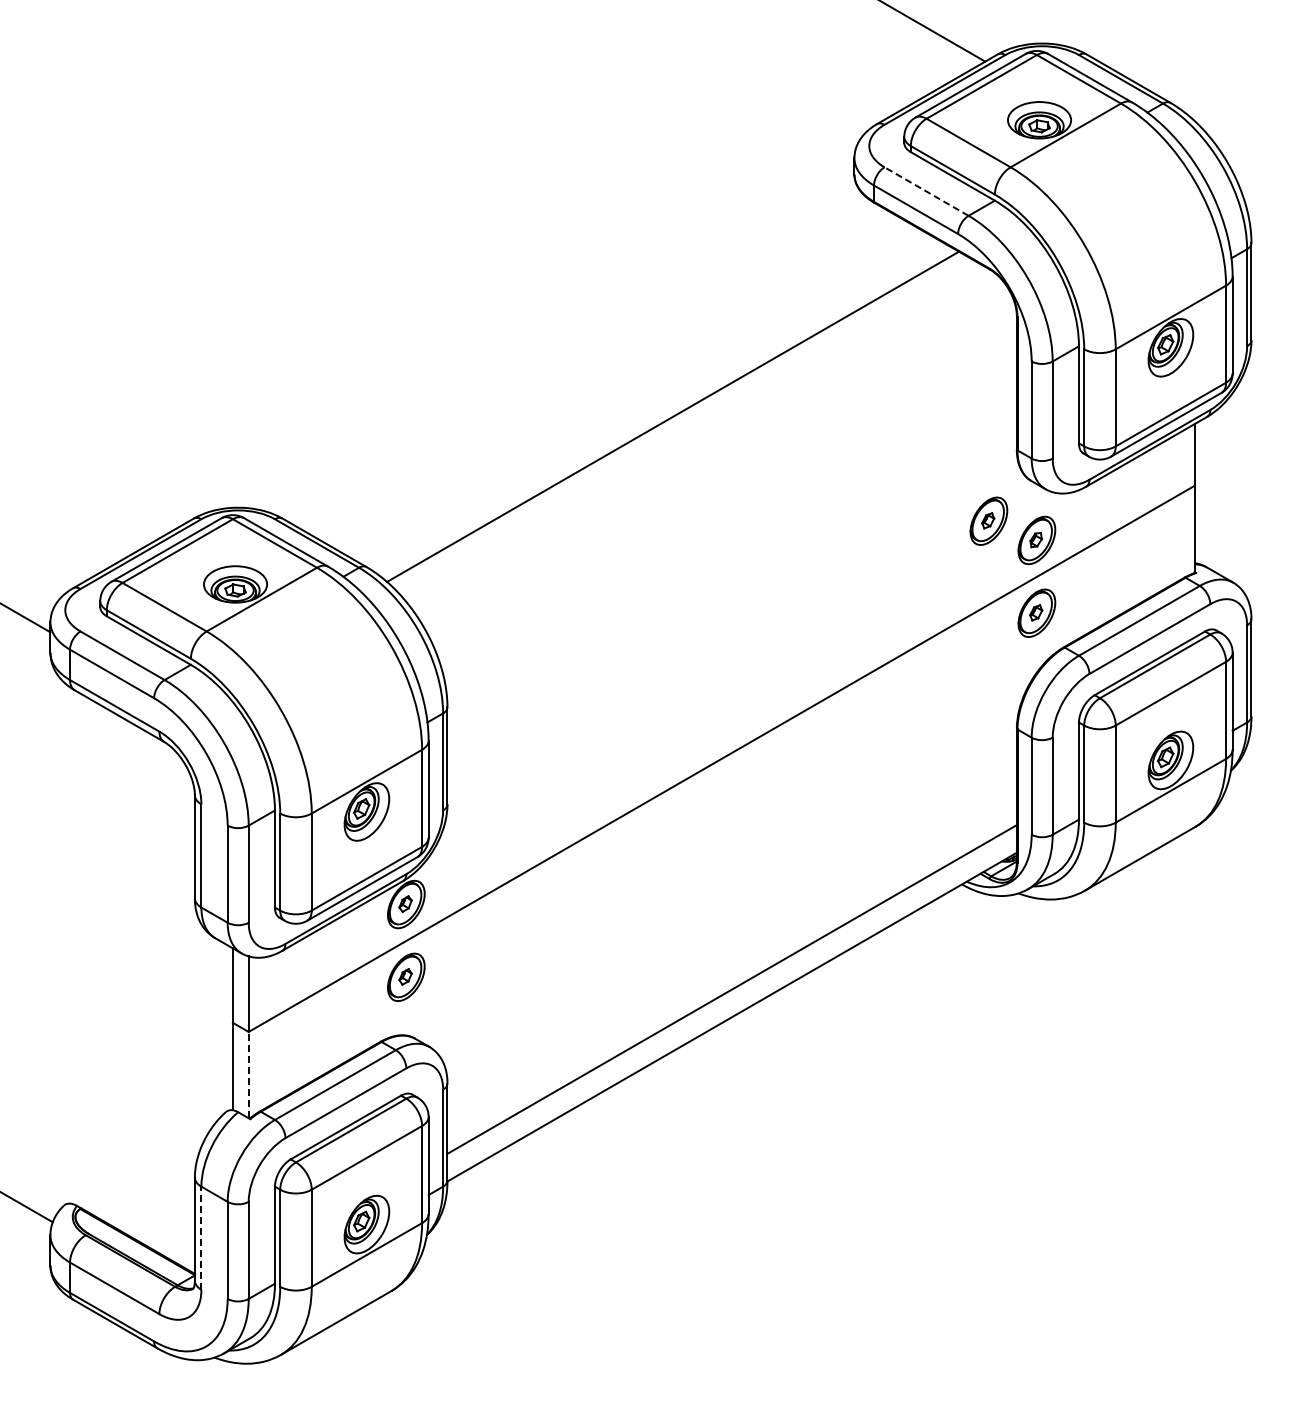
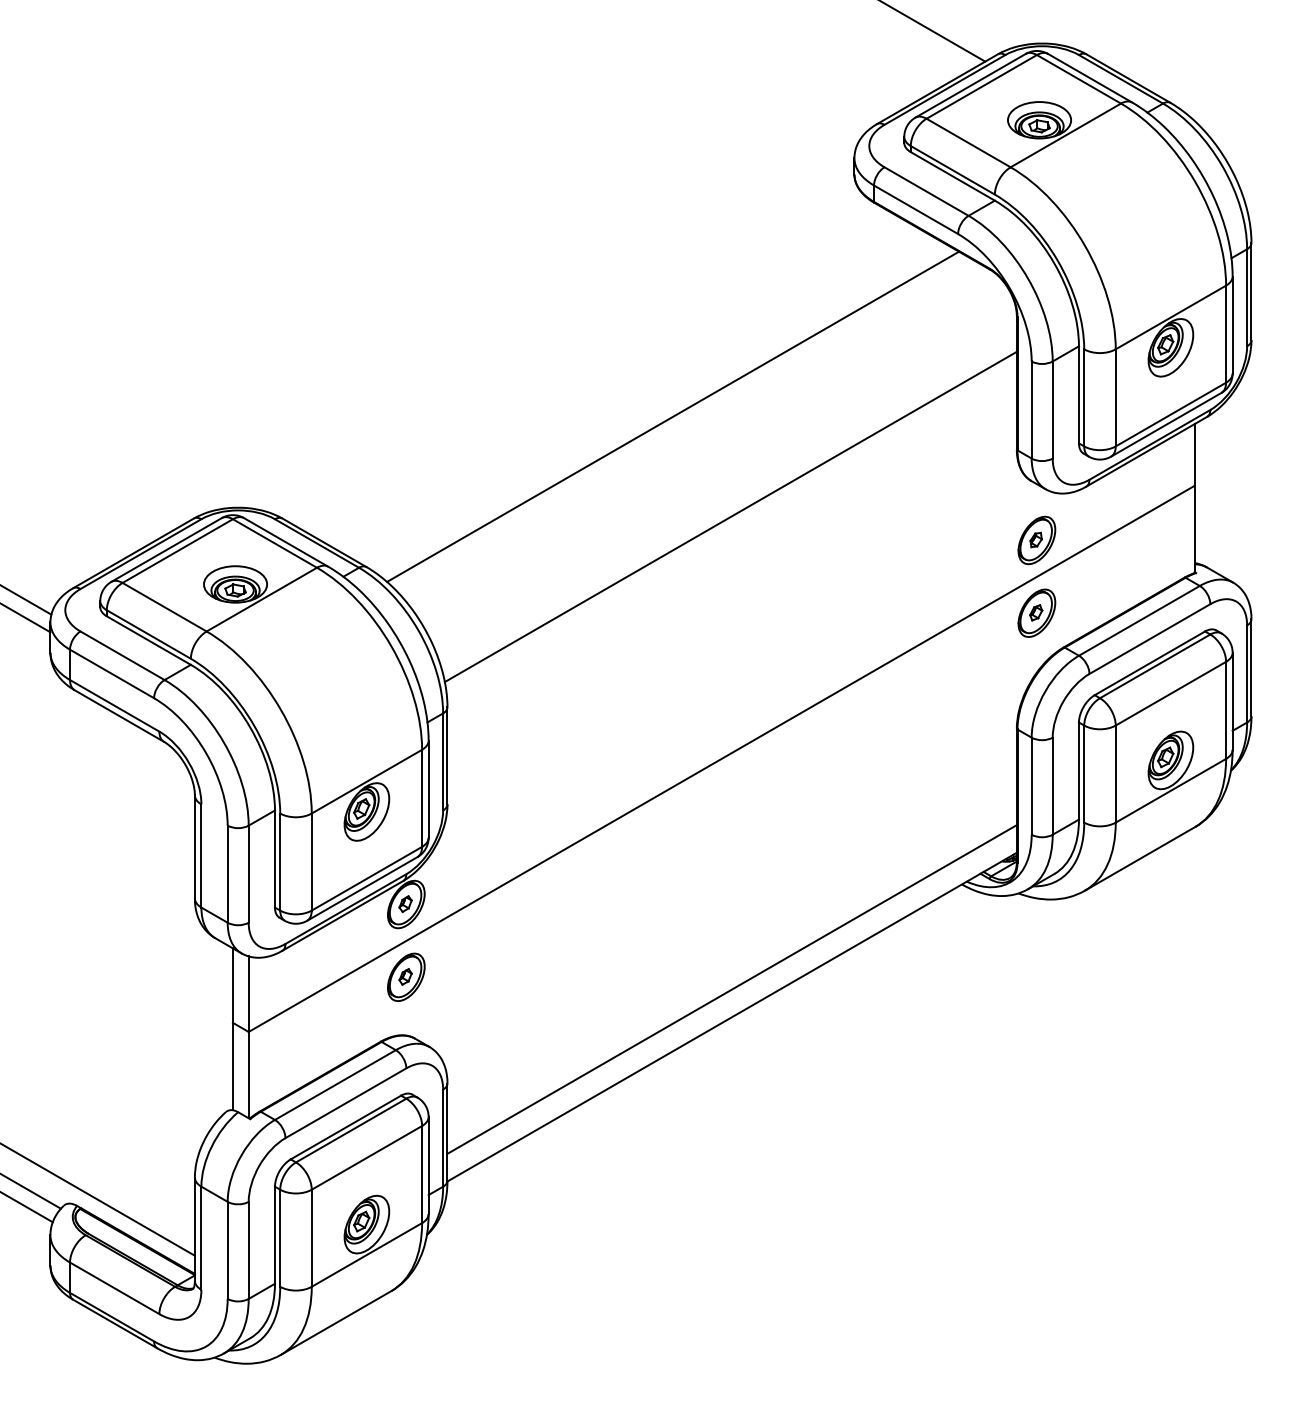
line at (926, 191): dashed -> solid
line at (730, 516): none -> present
part at (988, 520): present -> none
line at (26, 600): none -> present
line at (248, 1074): dashed -> solid
line at (31, 1191): none -> present
line at (98, 1199): none -> present
line at (201, 1238): dashed -> solid
